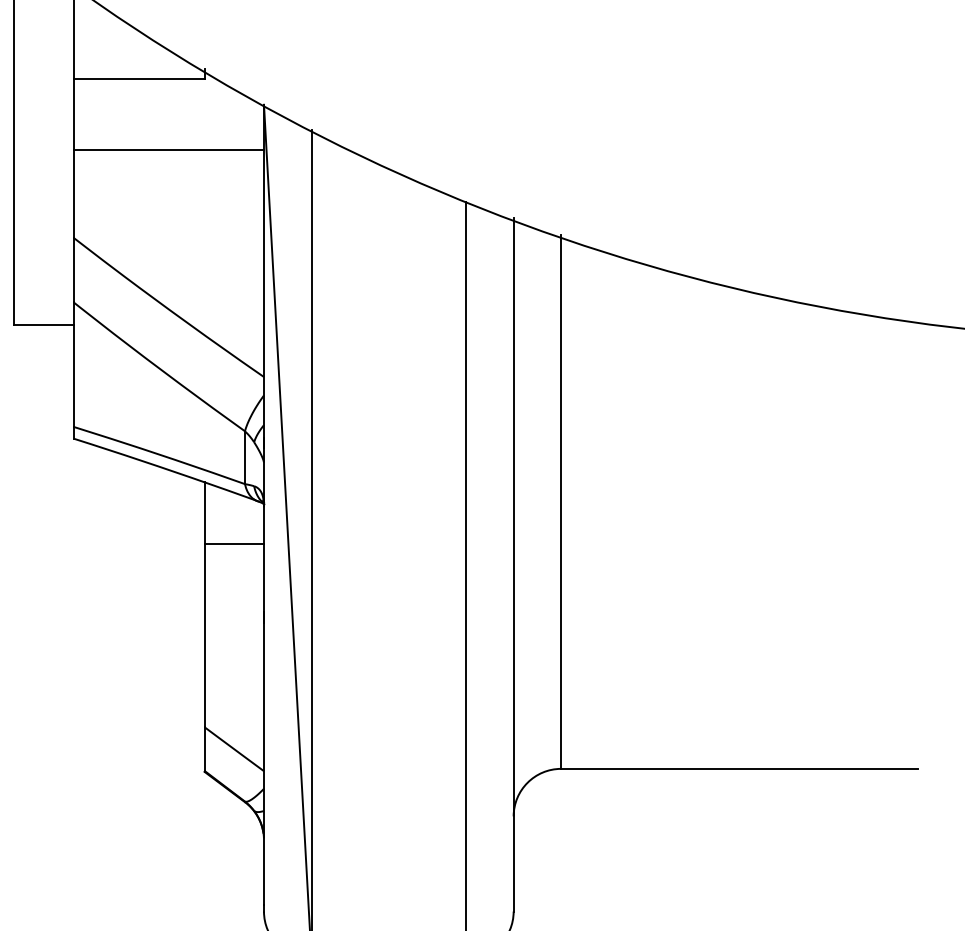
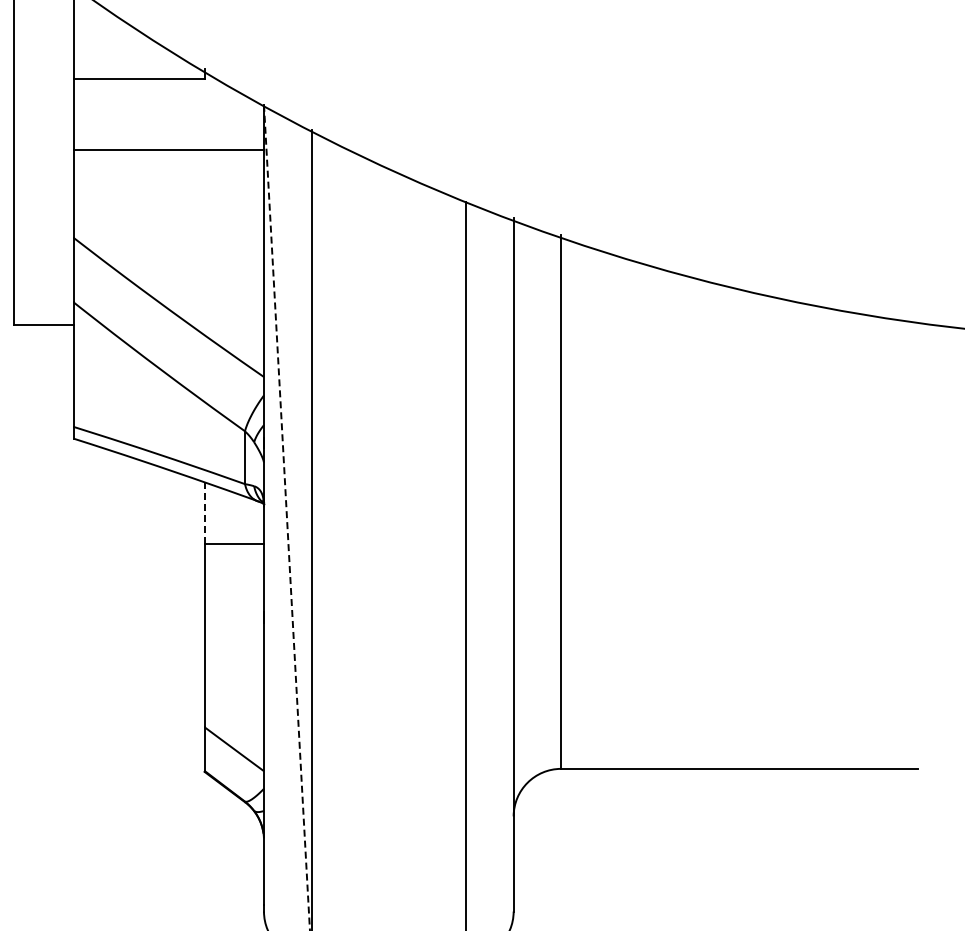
line at (204, 513): solid -> dashed
line at (287, 517): solid -> dashed
